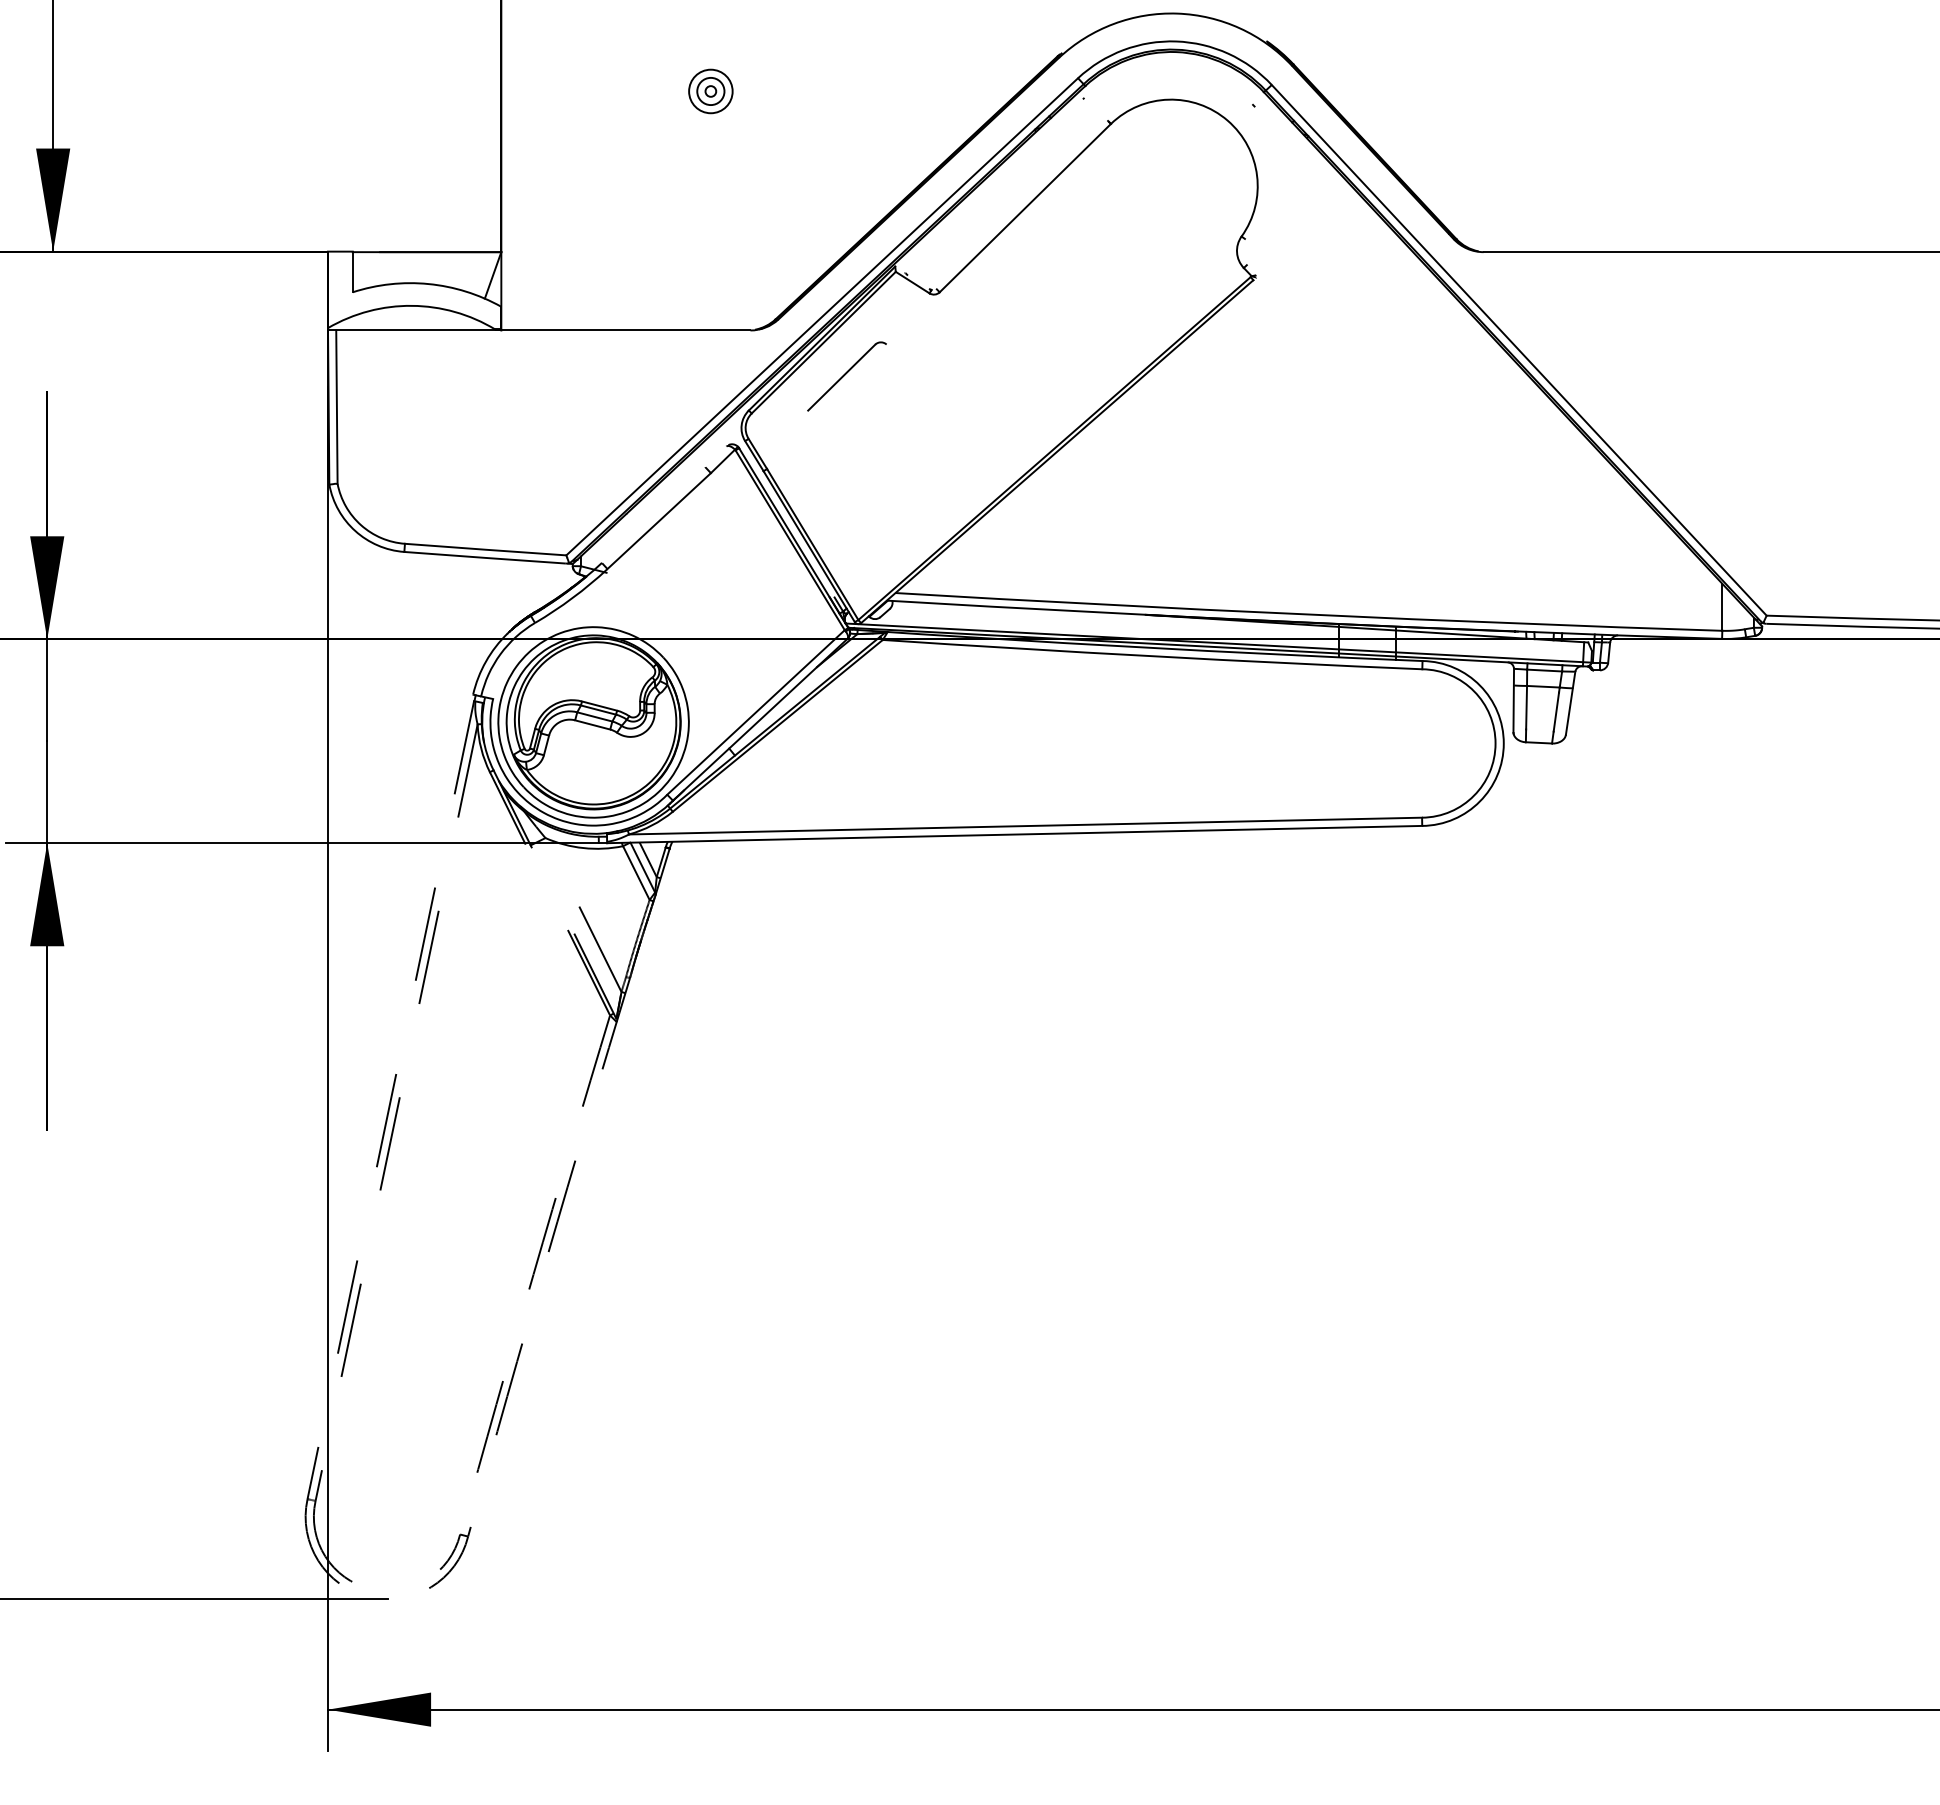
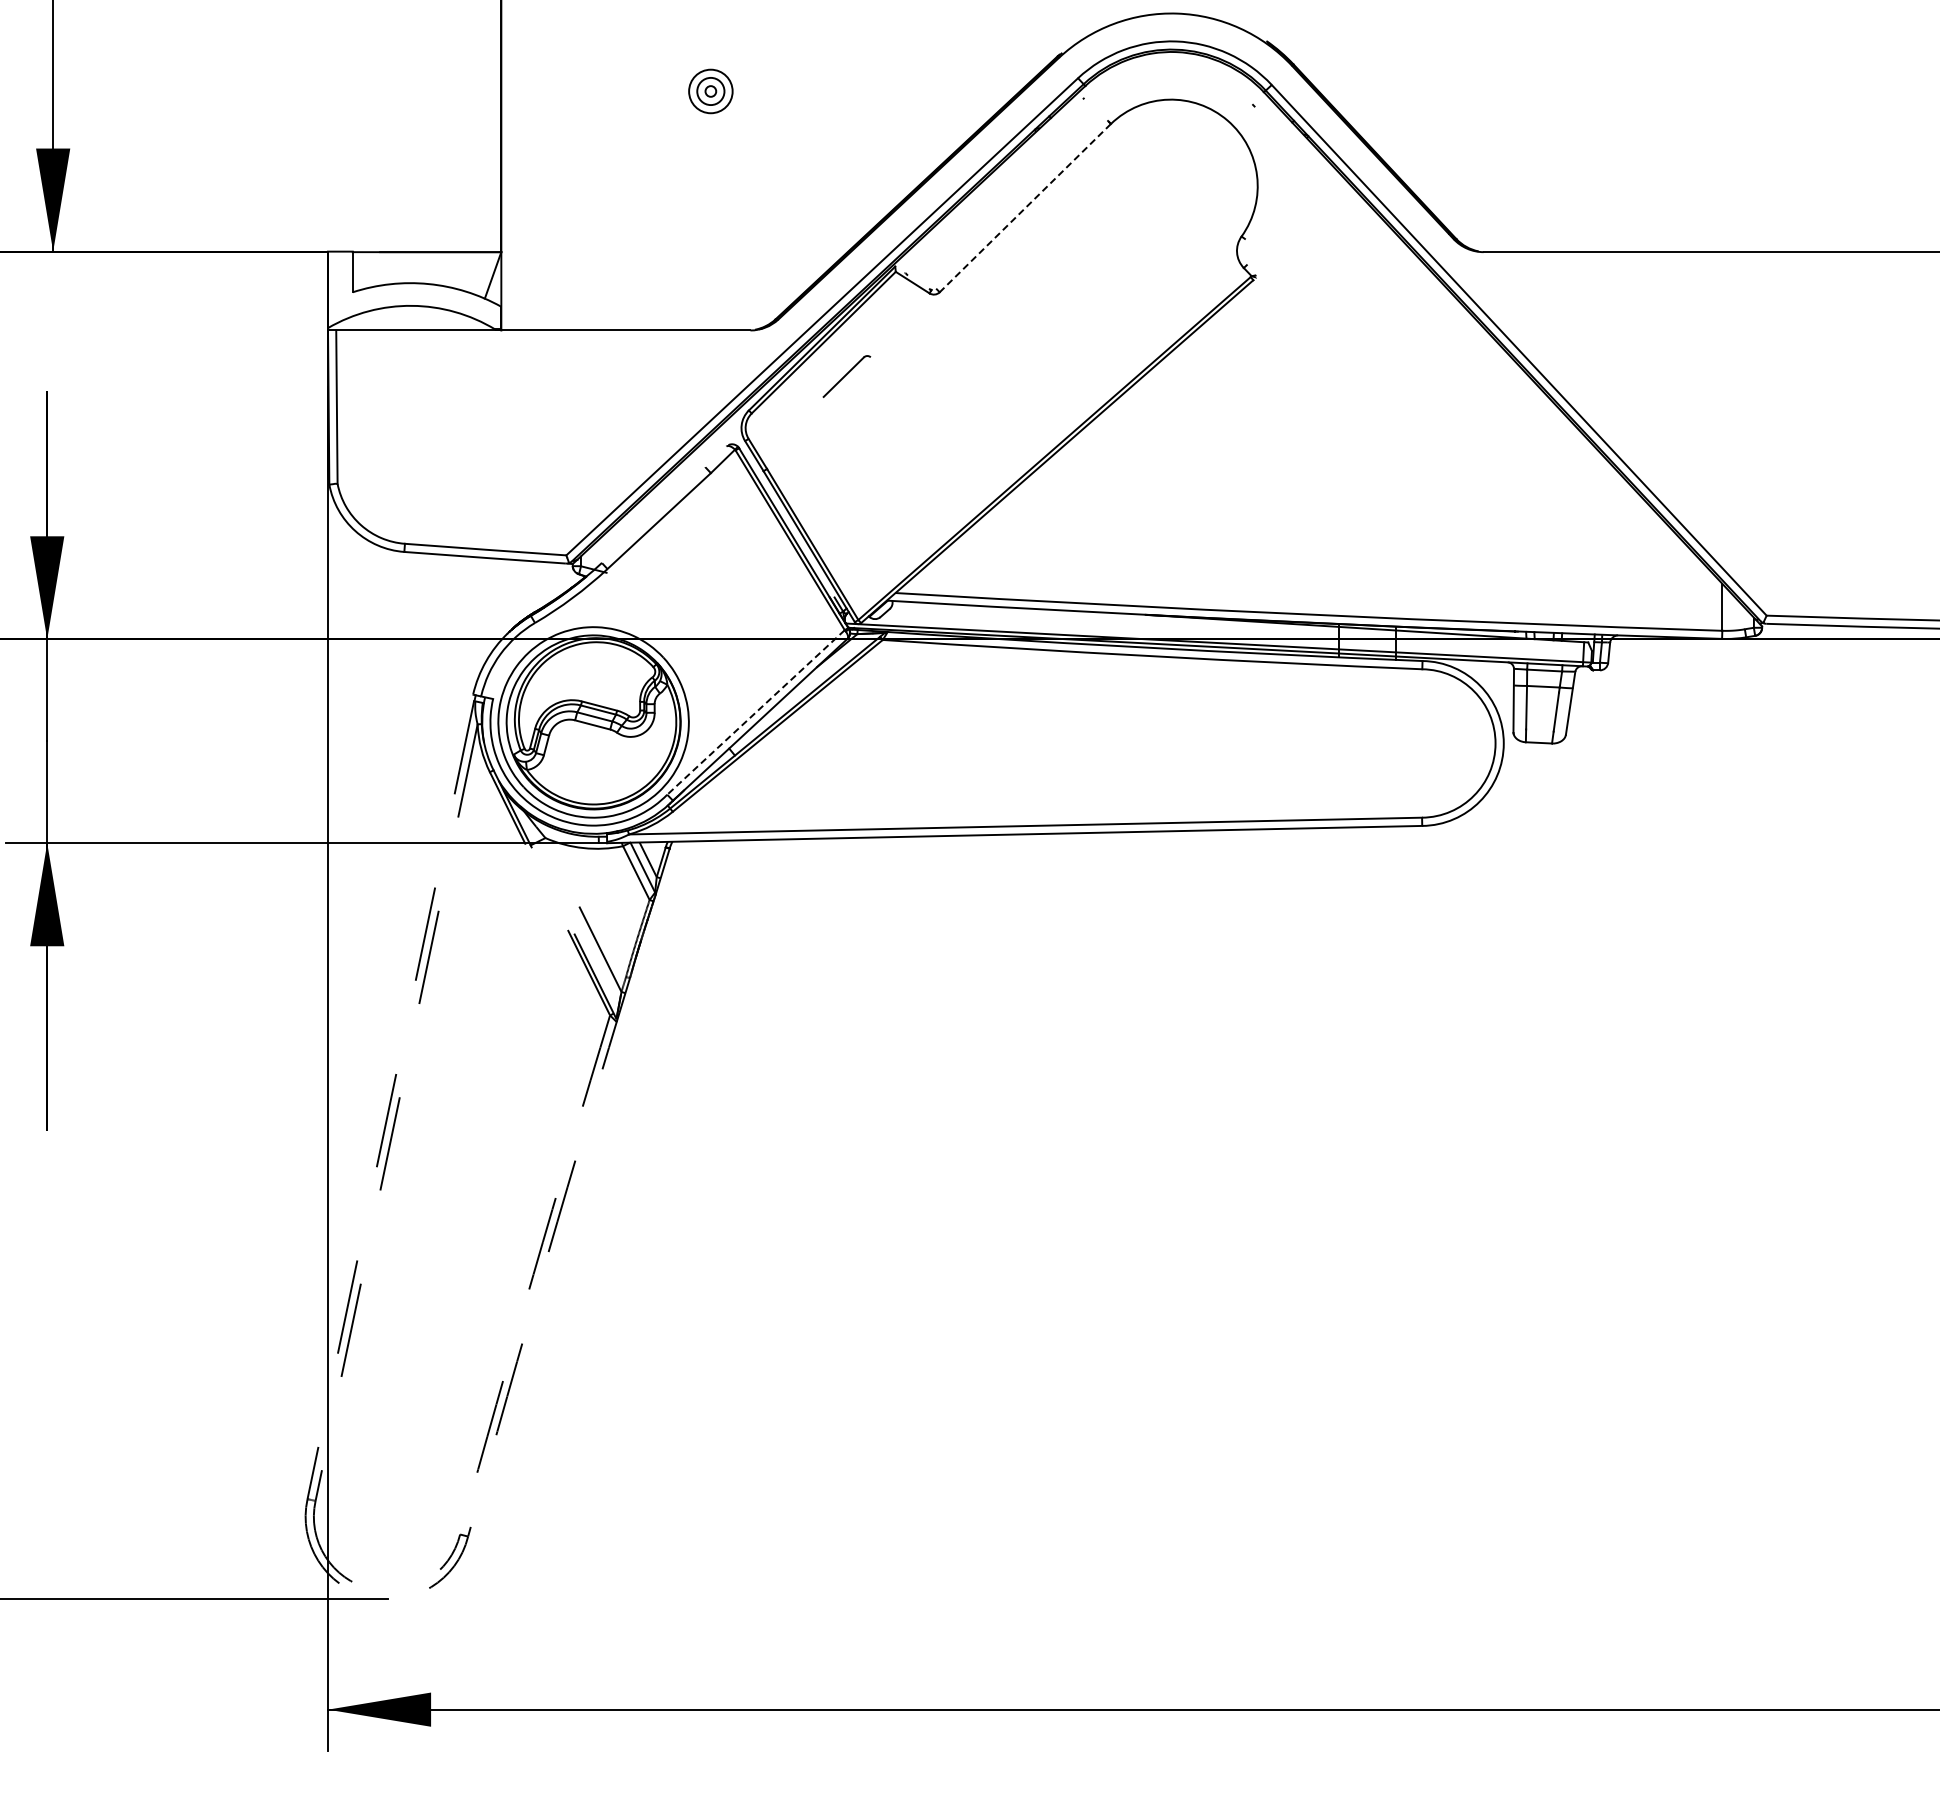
line at (1025, 208): solid -> dashed
part at (846, 376) size: 80x71 px -> 50x43 px
line at (755, 712): solid -> dashed
